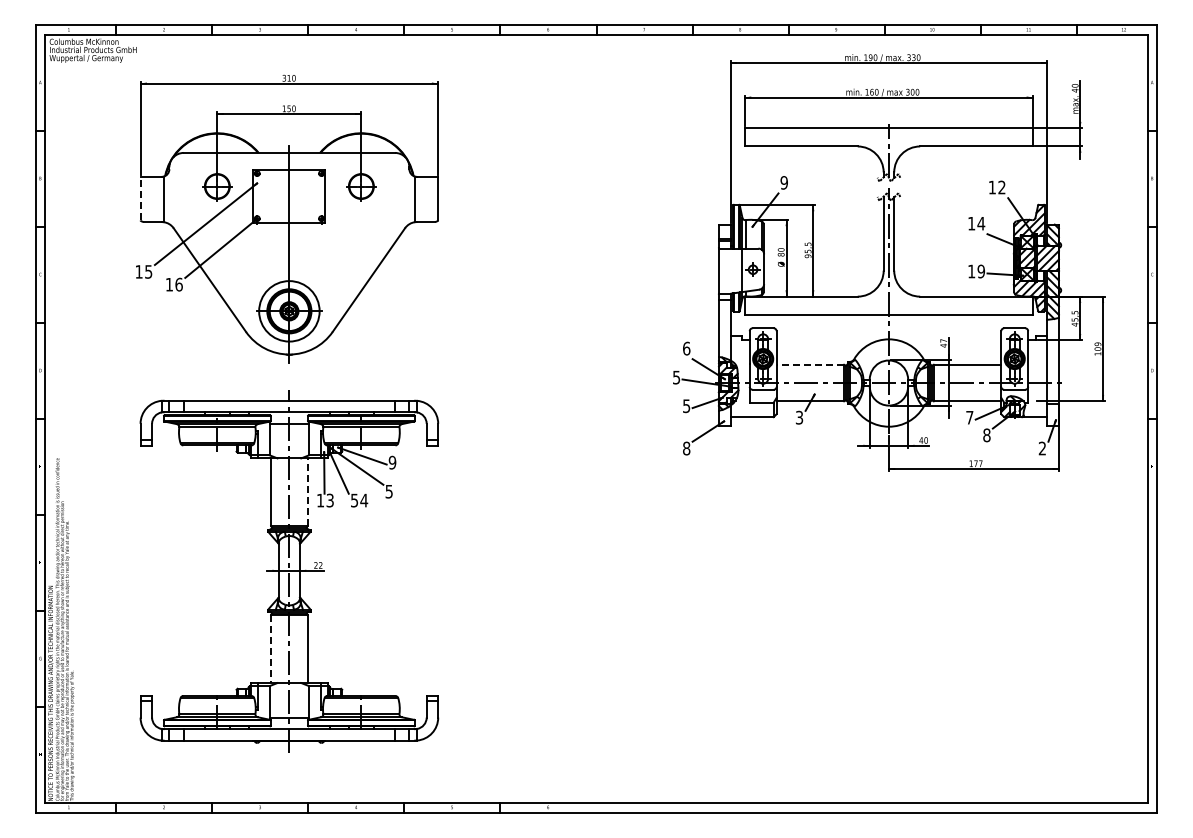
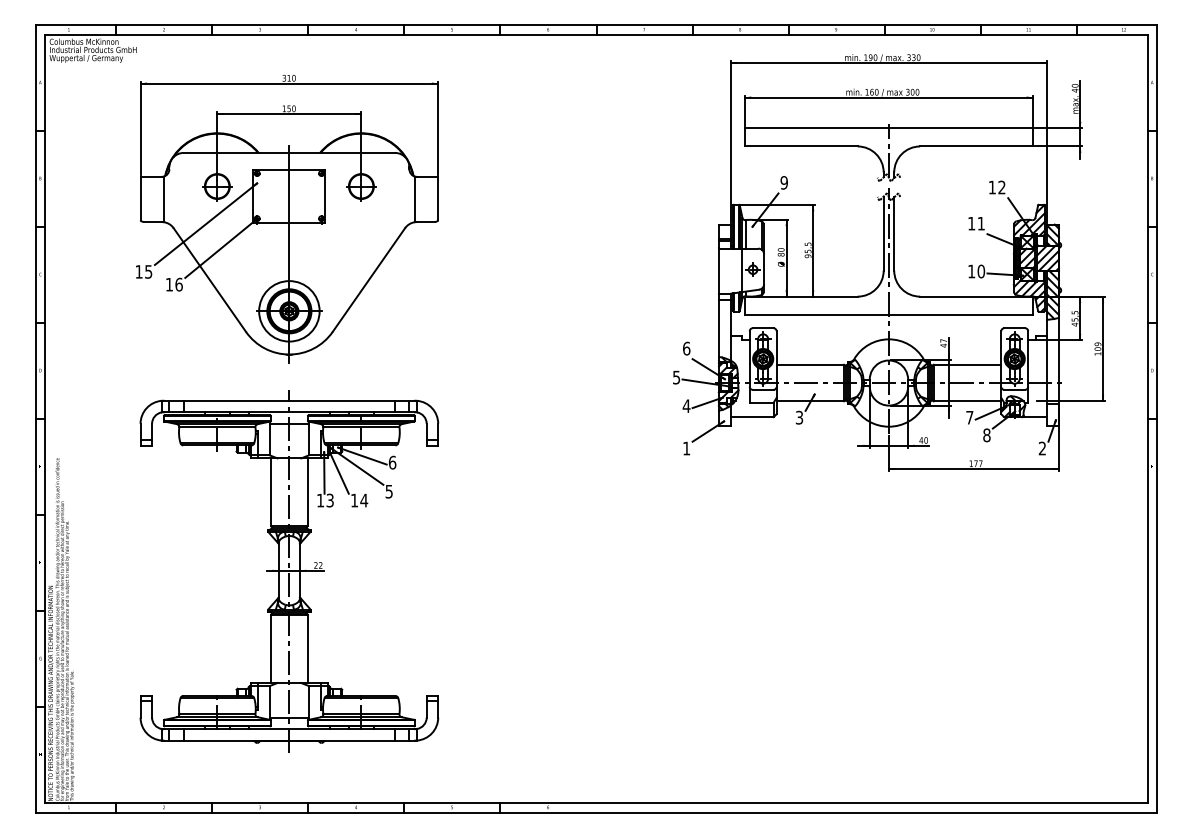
line at (140, 198): dashed -> solid
text at (981, 223): 14 -> 11
text at (980, 271): 19 -> 10
line at (810, 364): dashed -> solid
text at (686, 406): 5 -> 4
text at (686, 448): 8 -> 1
text at (392, 462): 9 -> 6
line at (307, 492): dashed -> solid
text at (354, 500): 54 -> 14
line at (271, 649): dashed -> solid
